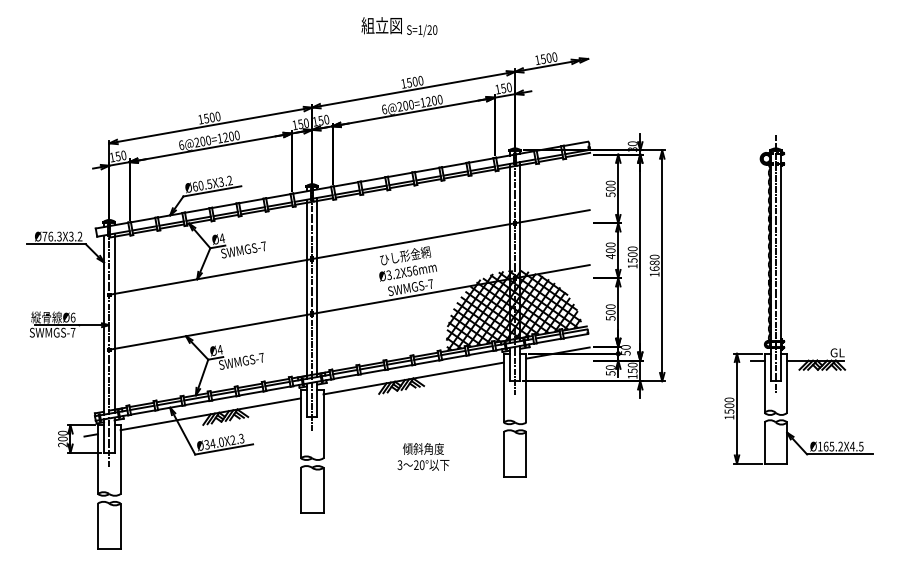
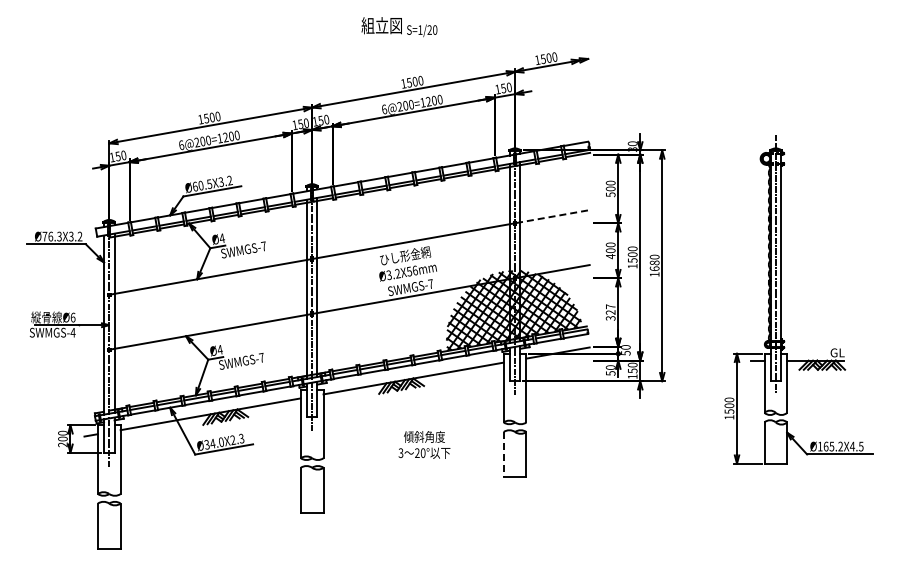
line at (553, 216): solid -> dashed
text at (610, 312): 500 -> 327
text at (72, 332): SWMGS-7 -> SWMGS-4
line at (503, 454): solid -> dashed
text at (423, 456) position: (423, 456) -> (424, 444)
